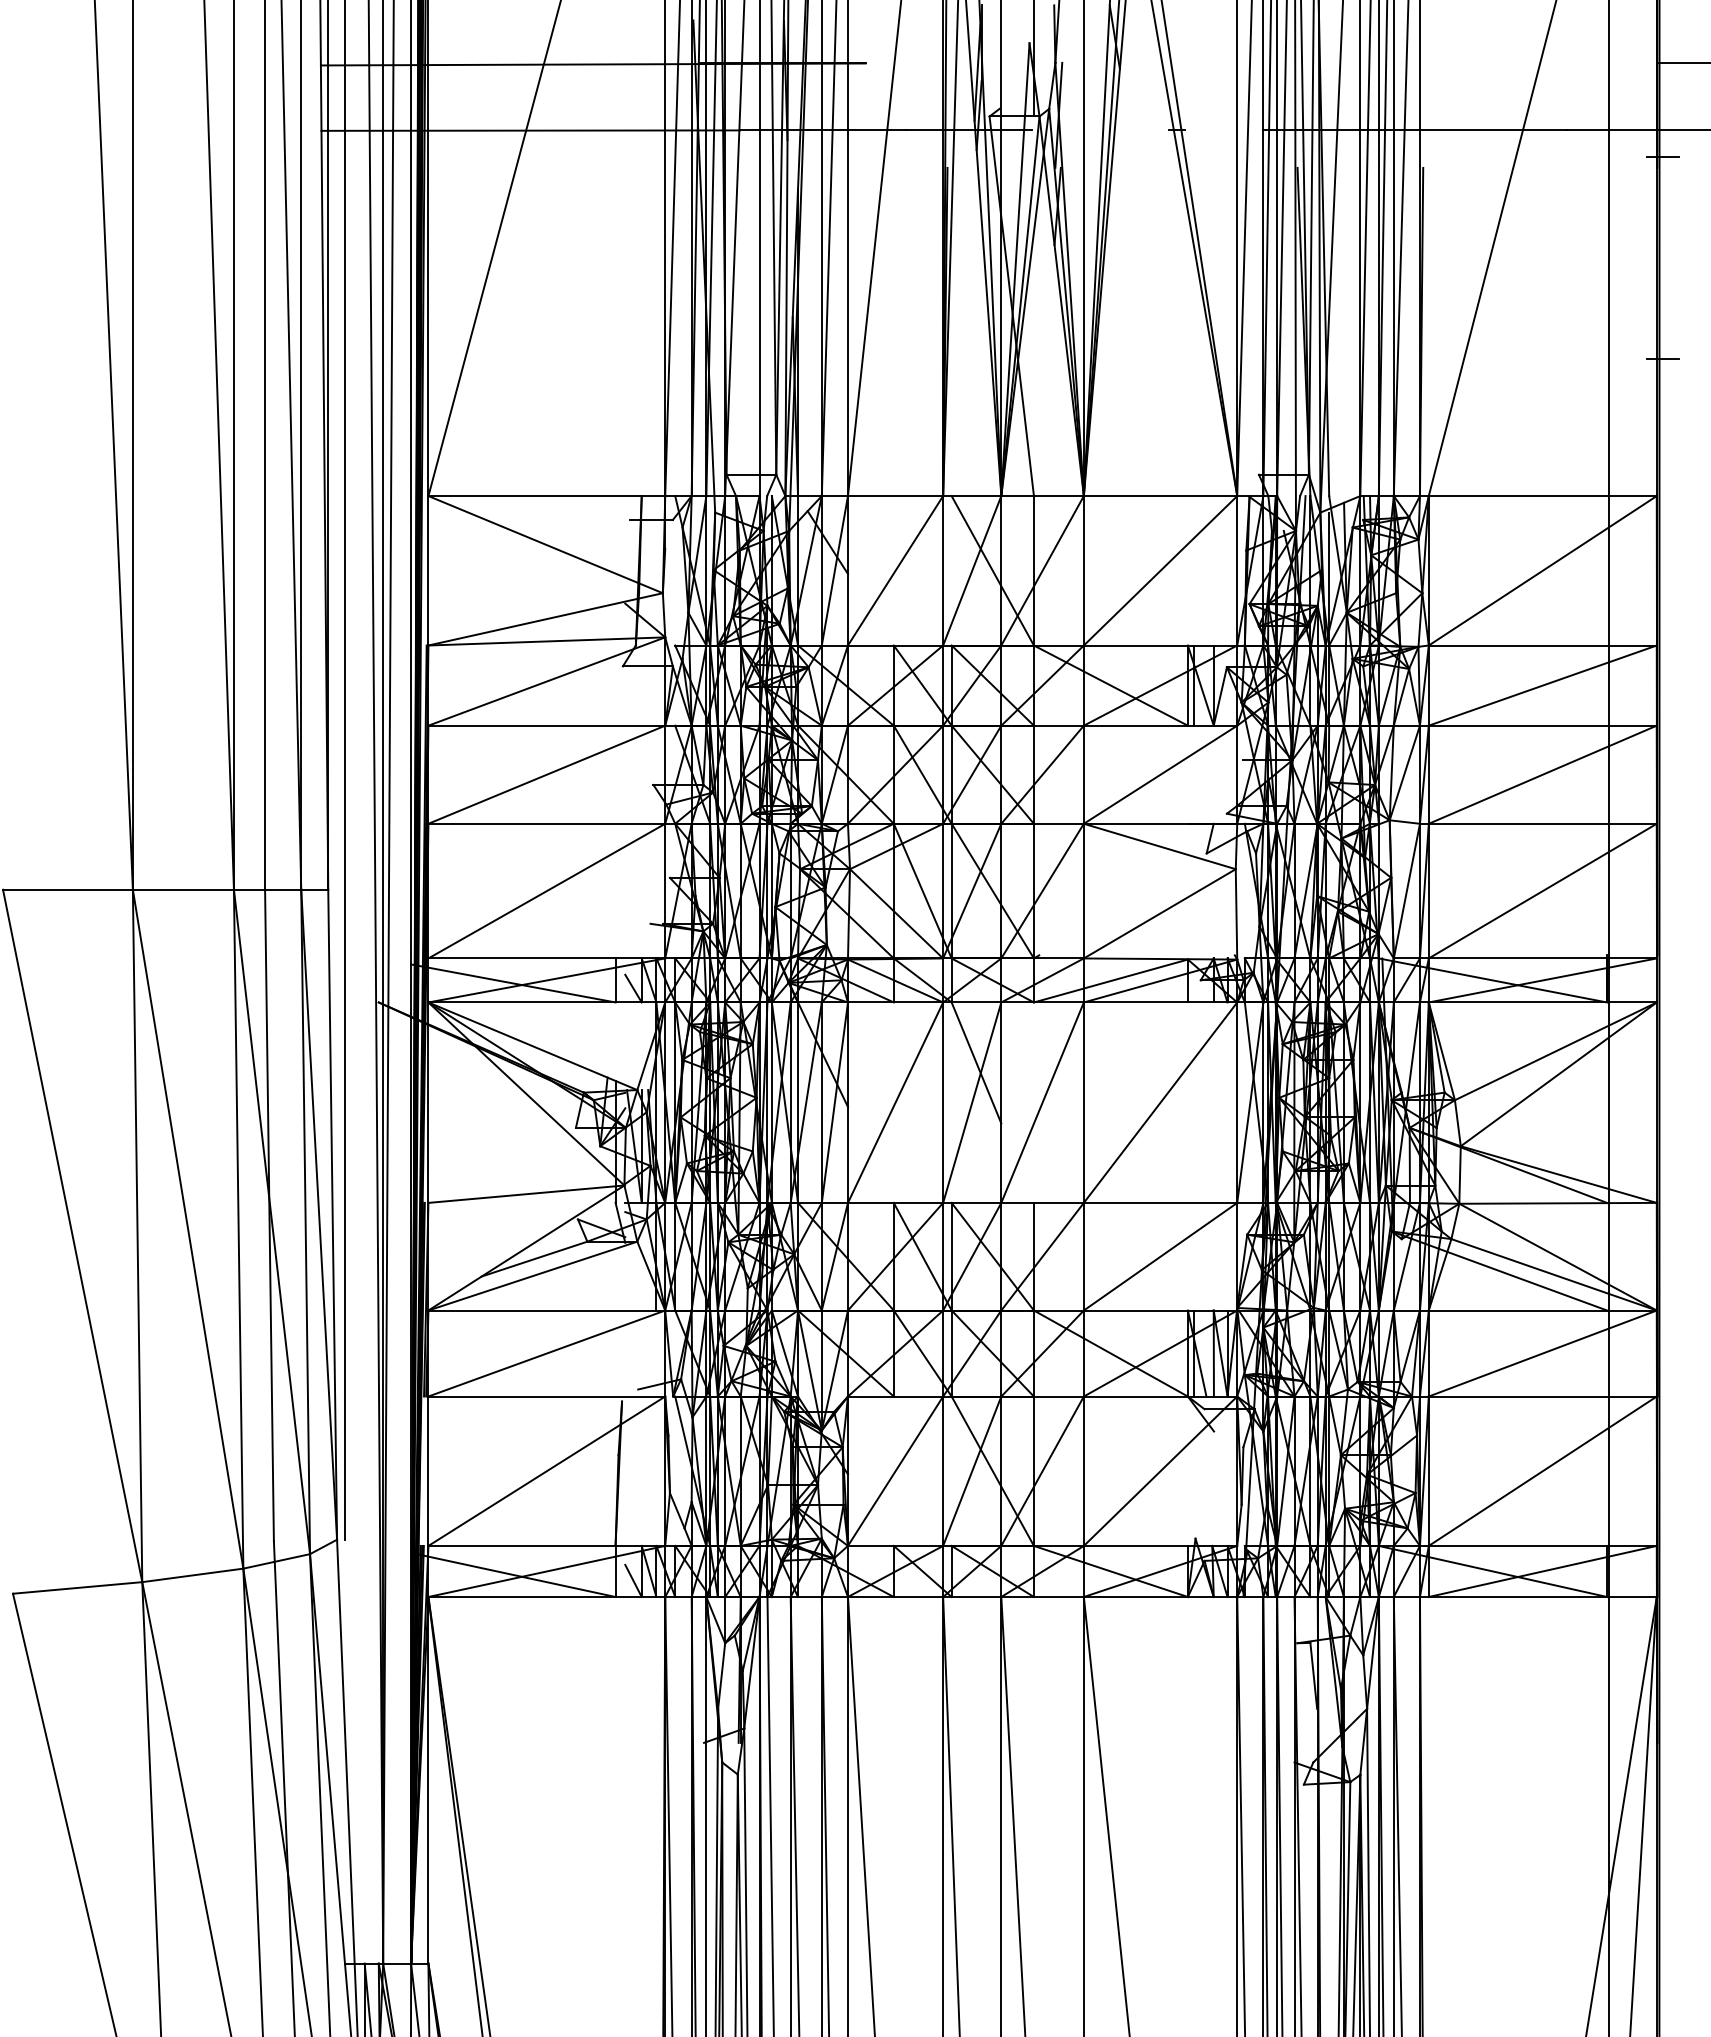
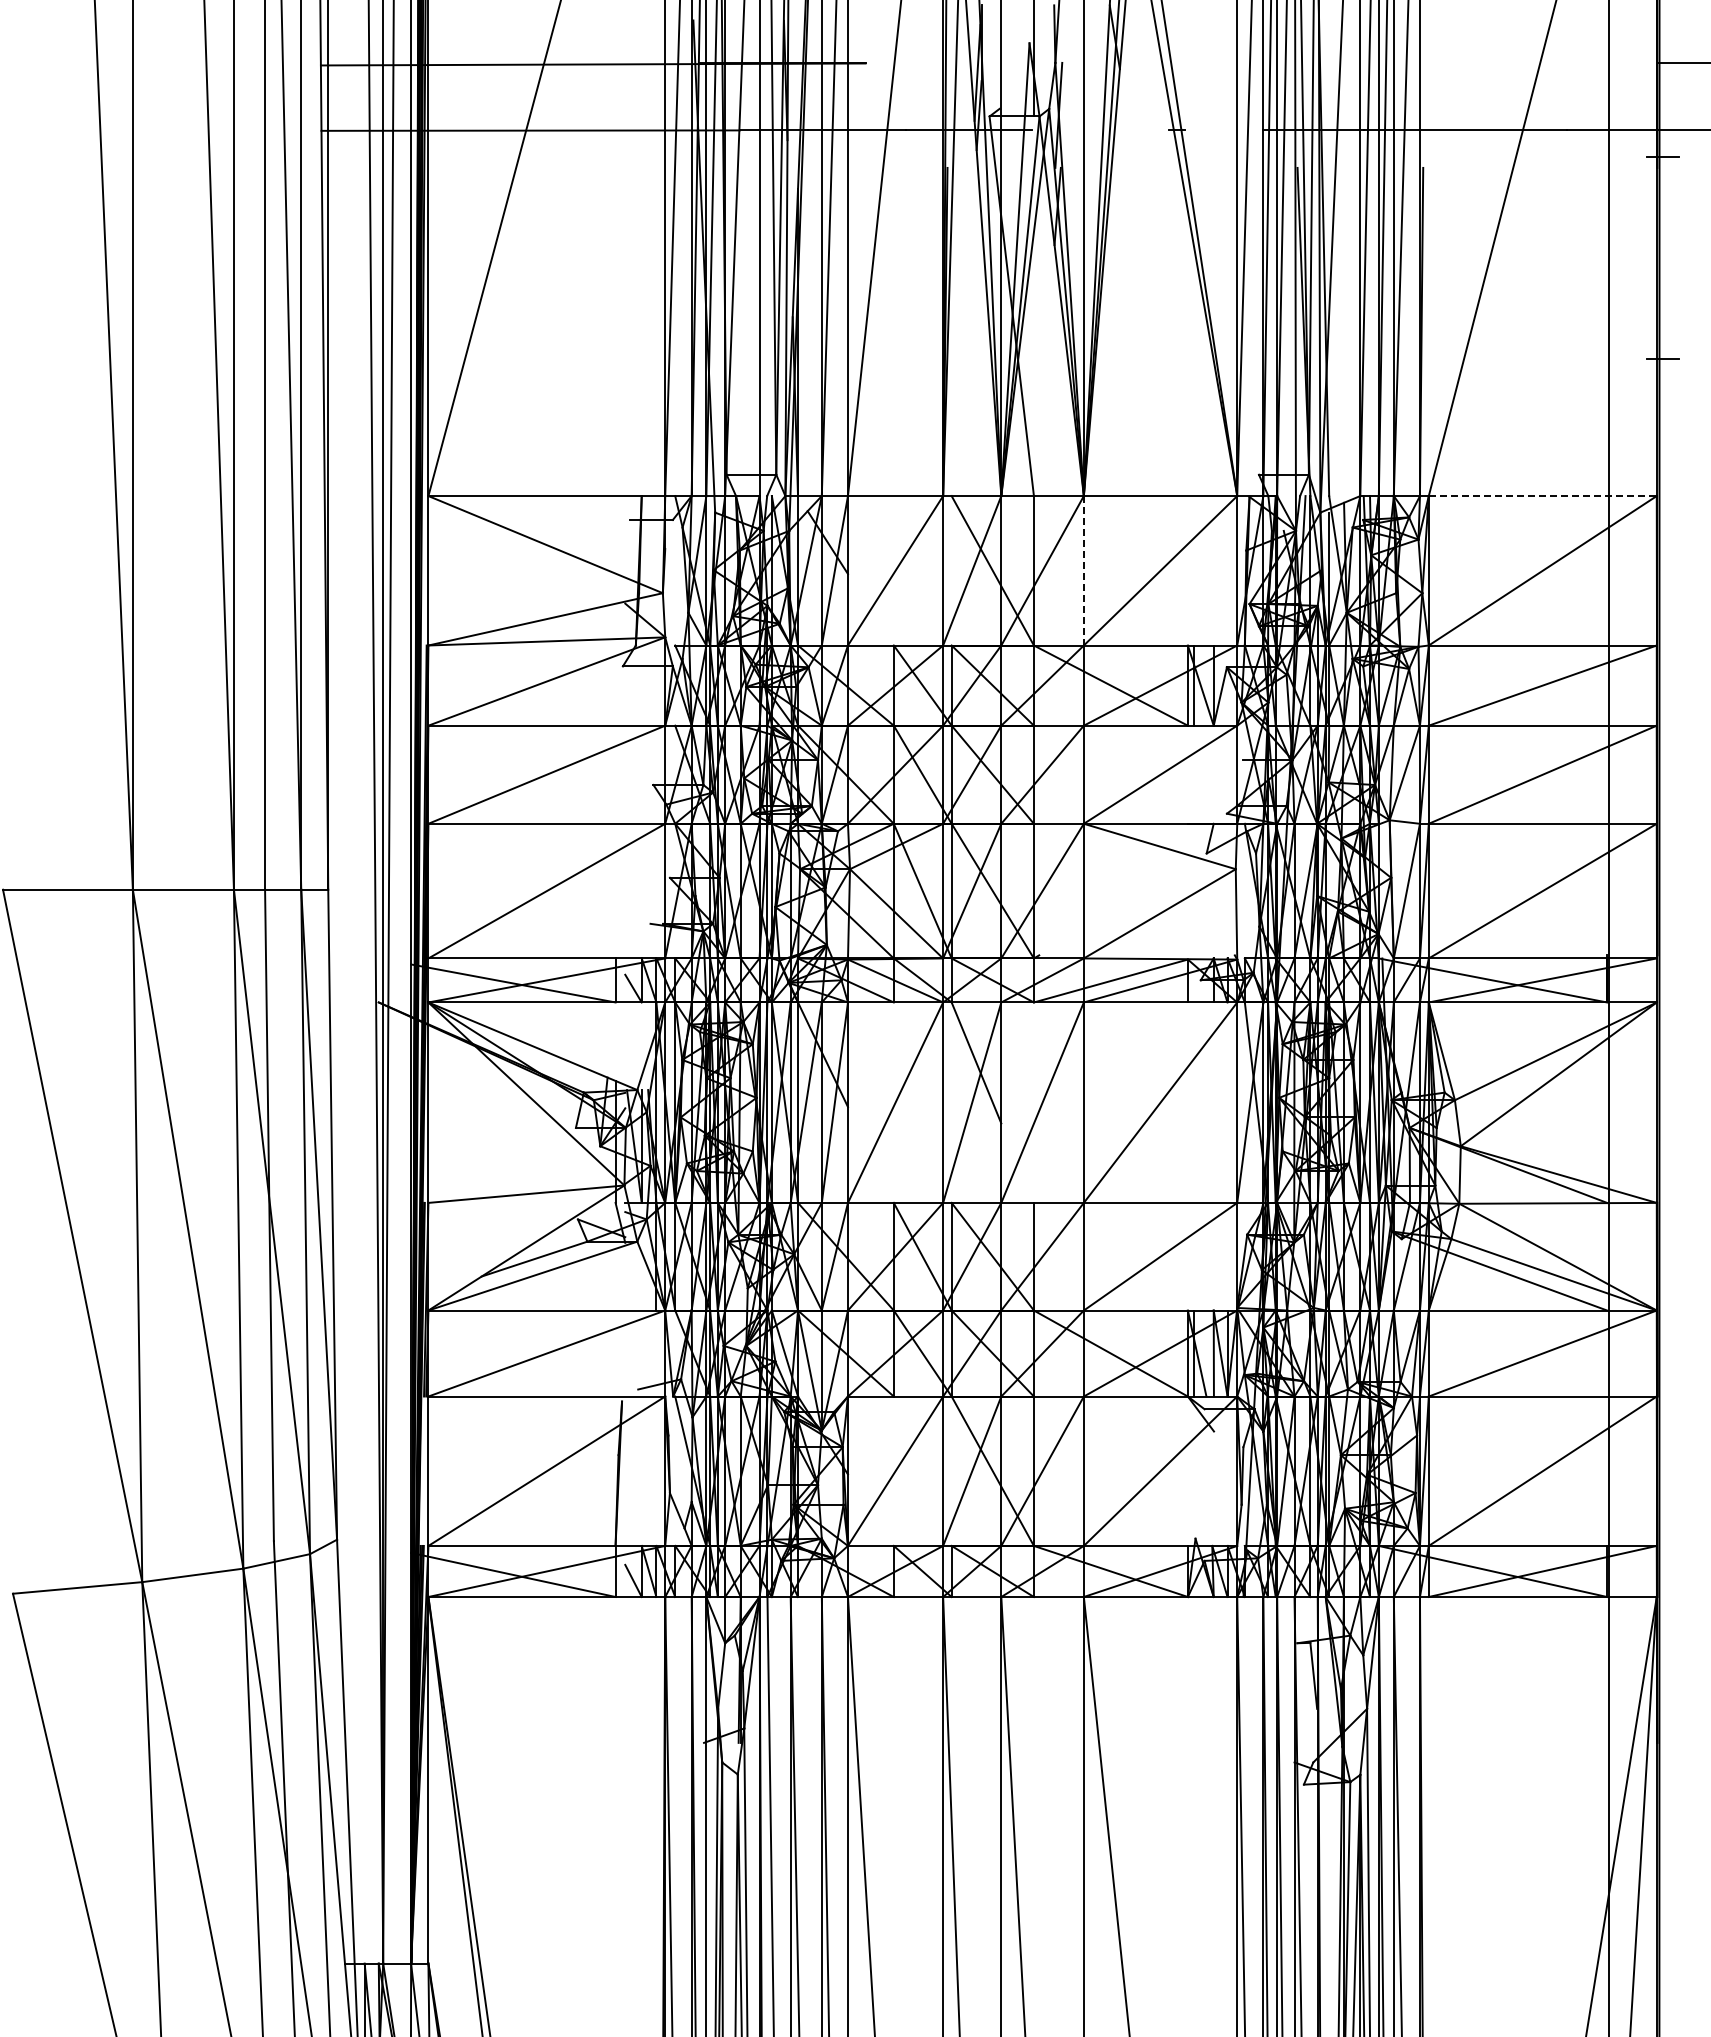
line at (1542, 496): solid -> dashed
line at (1083, 570): solid -> dashed
line at (345, 770): present -> none
